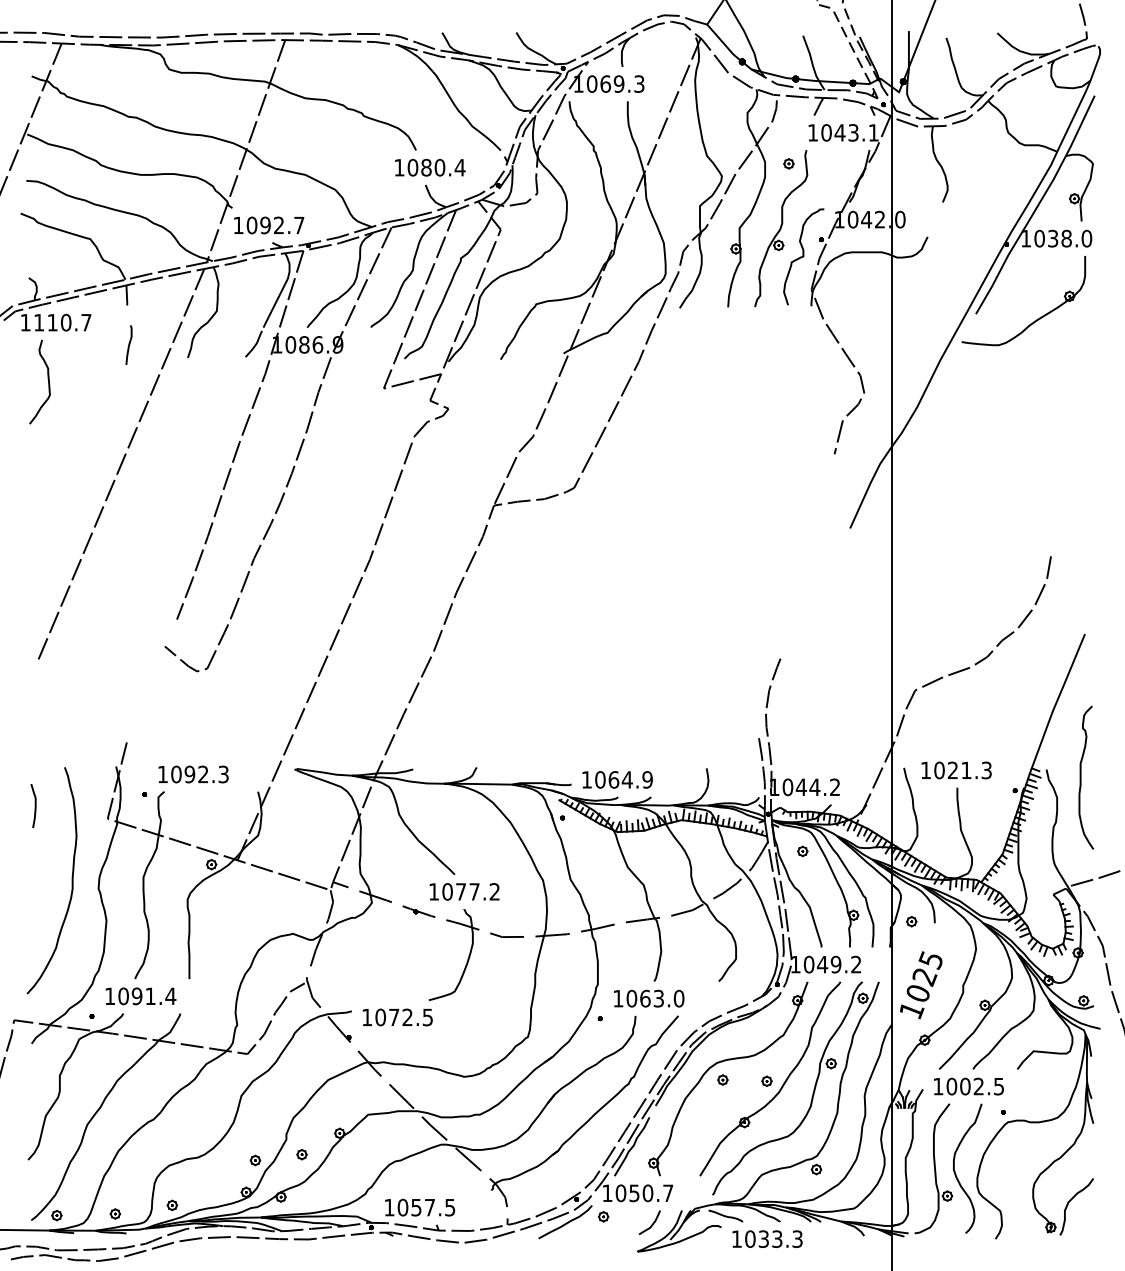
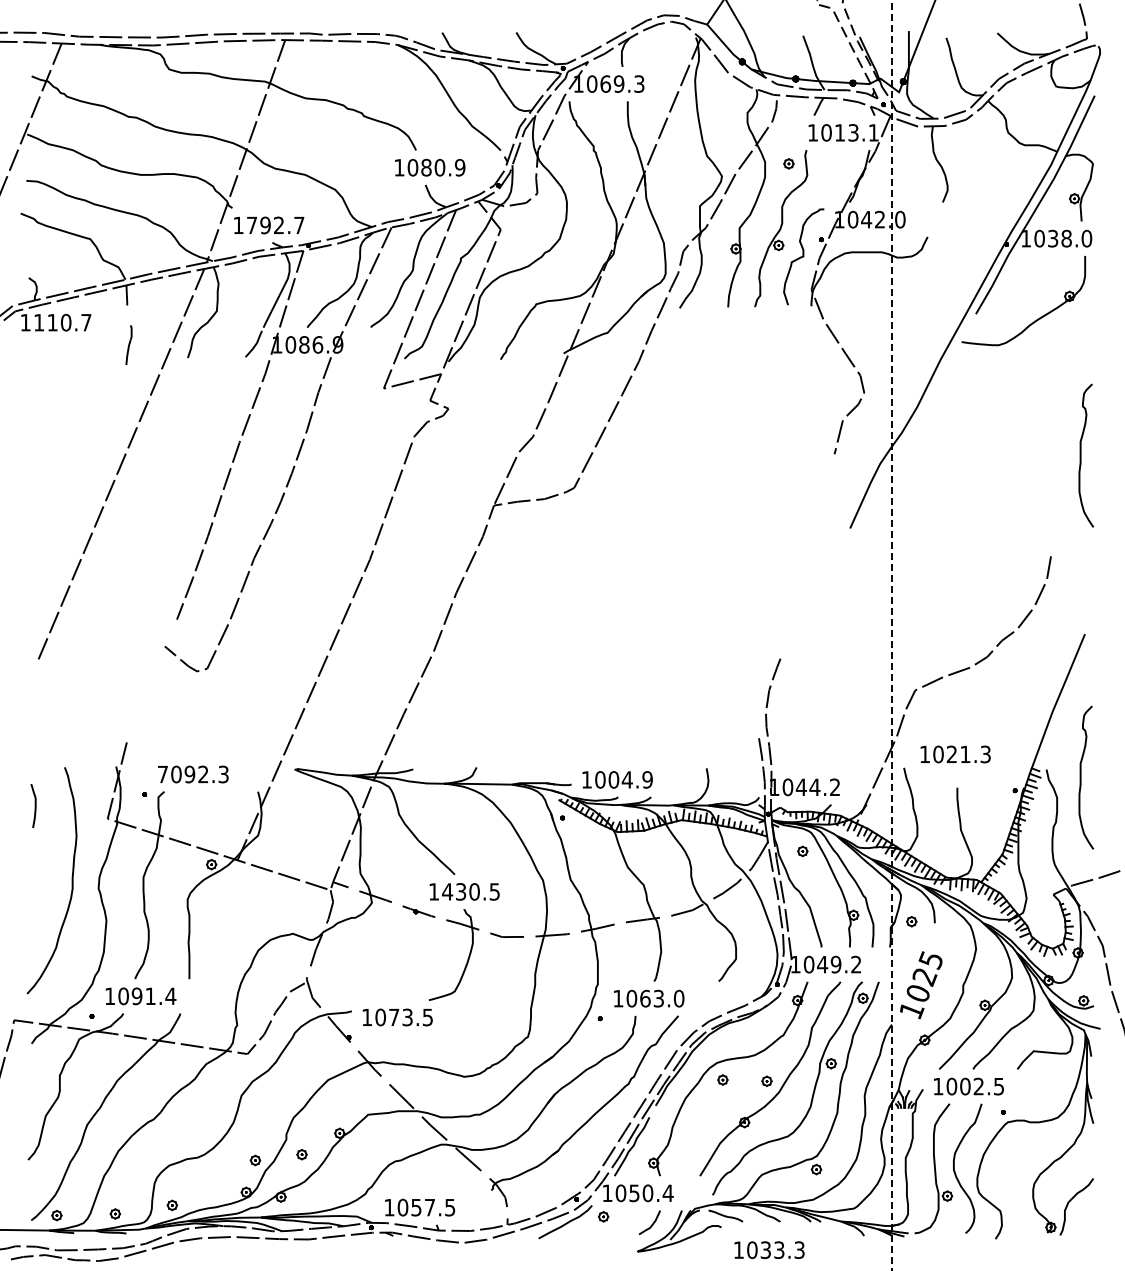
text at (839, 132): 1043.1 -> 1013.1
text at (459, 167): 1080.4 -> 1080.9
text at (251, 225): 1092.7 -> 1792.7
curve at (47, 379): present -> none
curve at (1081, 455): none -> present
line at (892, 635): solid -> dashed
text at (956, 770) position: (956, 770) -> (955, 754)
text at (162, 774): 1092.3 -> 7092.3
text at (613, 779): 1064.9 -> 1004.9
text at (470, 891): 1077.2 -> 1430.5
text at (407, 1017): 1072.5 -> 1073.5
text at (667, 1192): 1050.7 -> 1050.4
text at (767, 1238) position: (767, 1238) -> (769, 1249)
